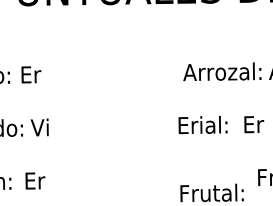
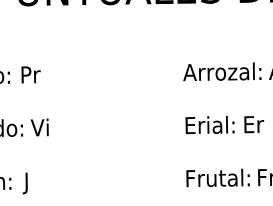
text at (32, 74): Er -> Pr
text at (202, 124) position: (202, 124) -> (209, 124)
text at (33, 183): Er -> J
text at (211, 192) position: (211, 192) -> (217, 177)
